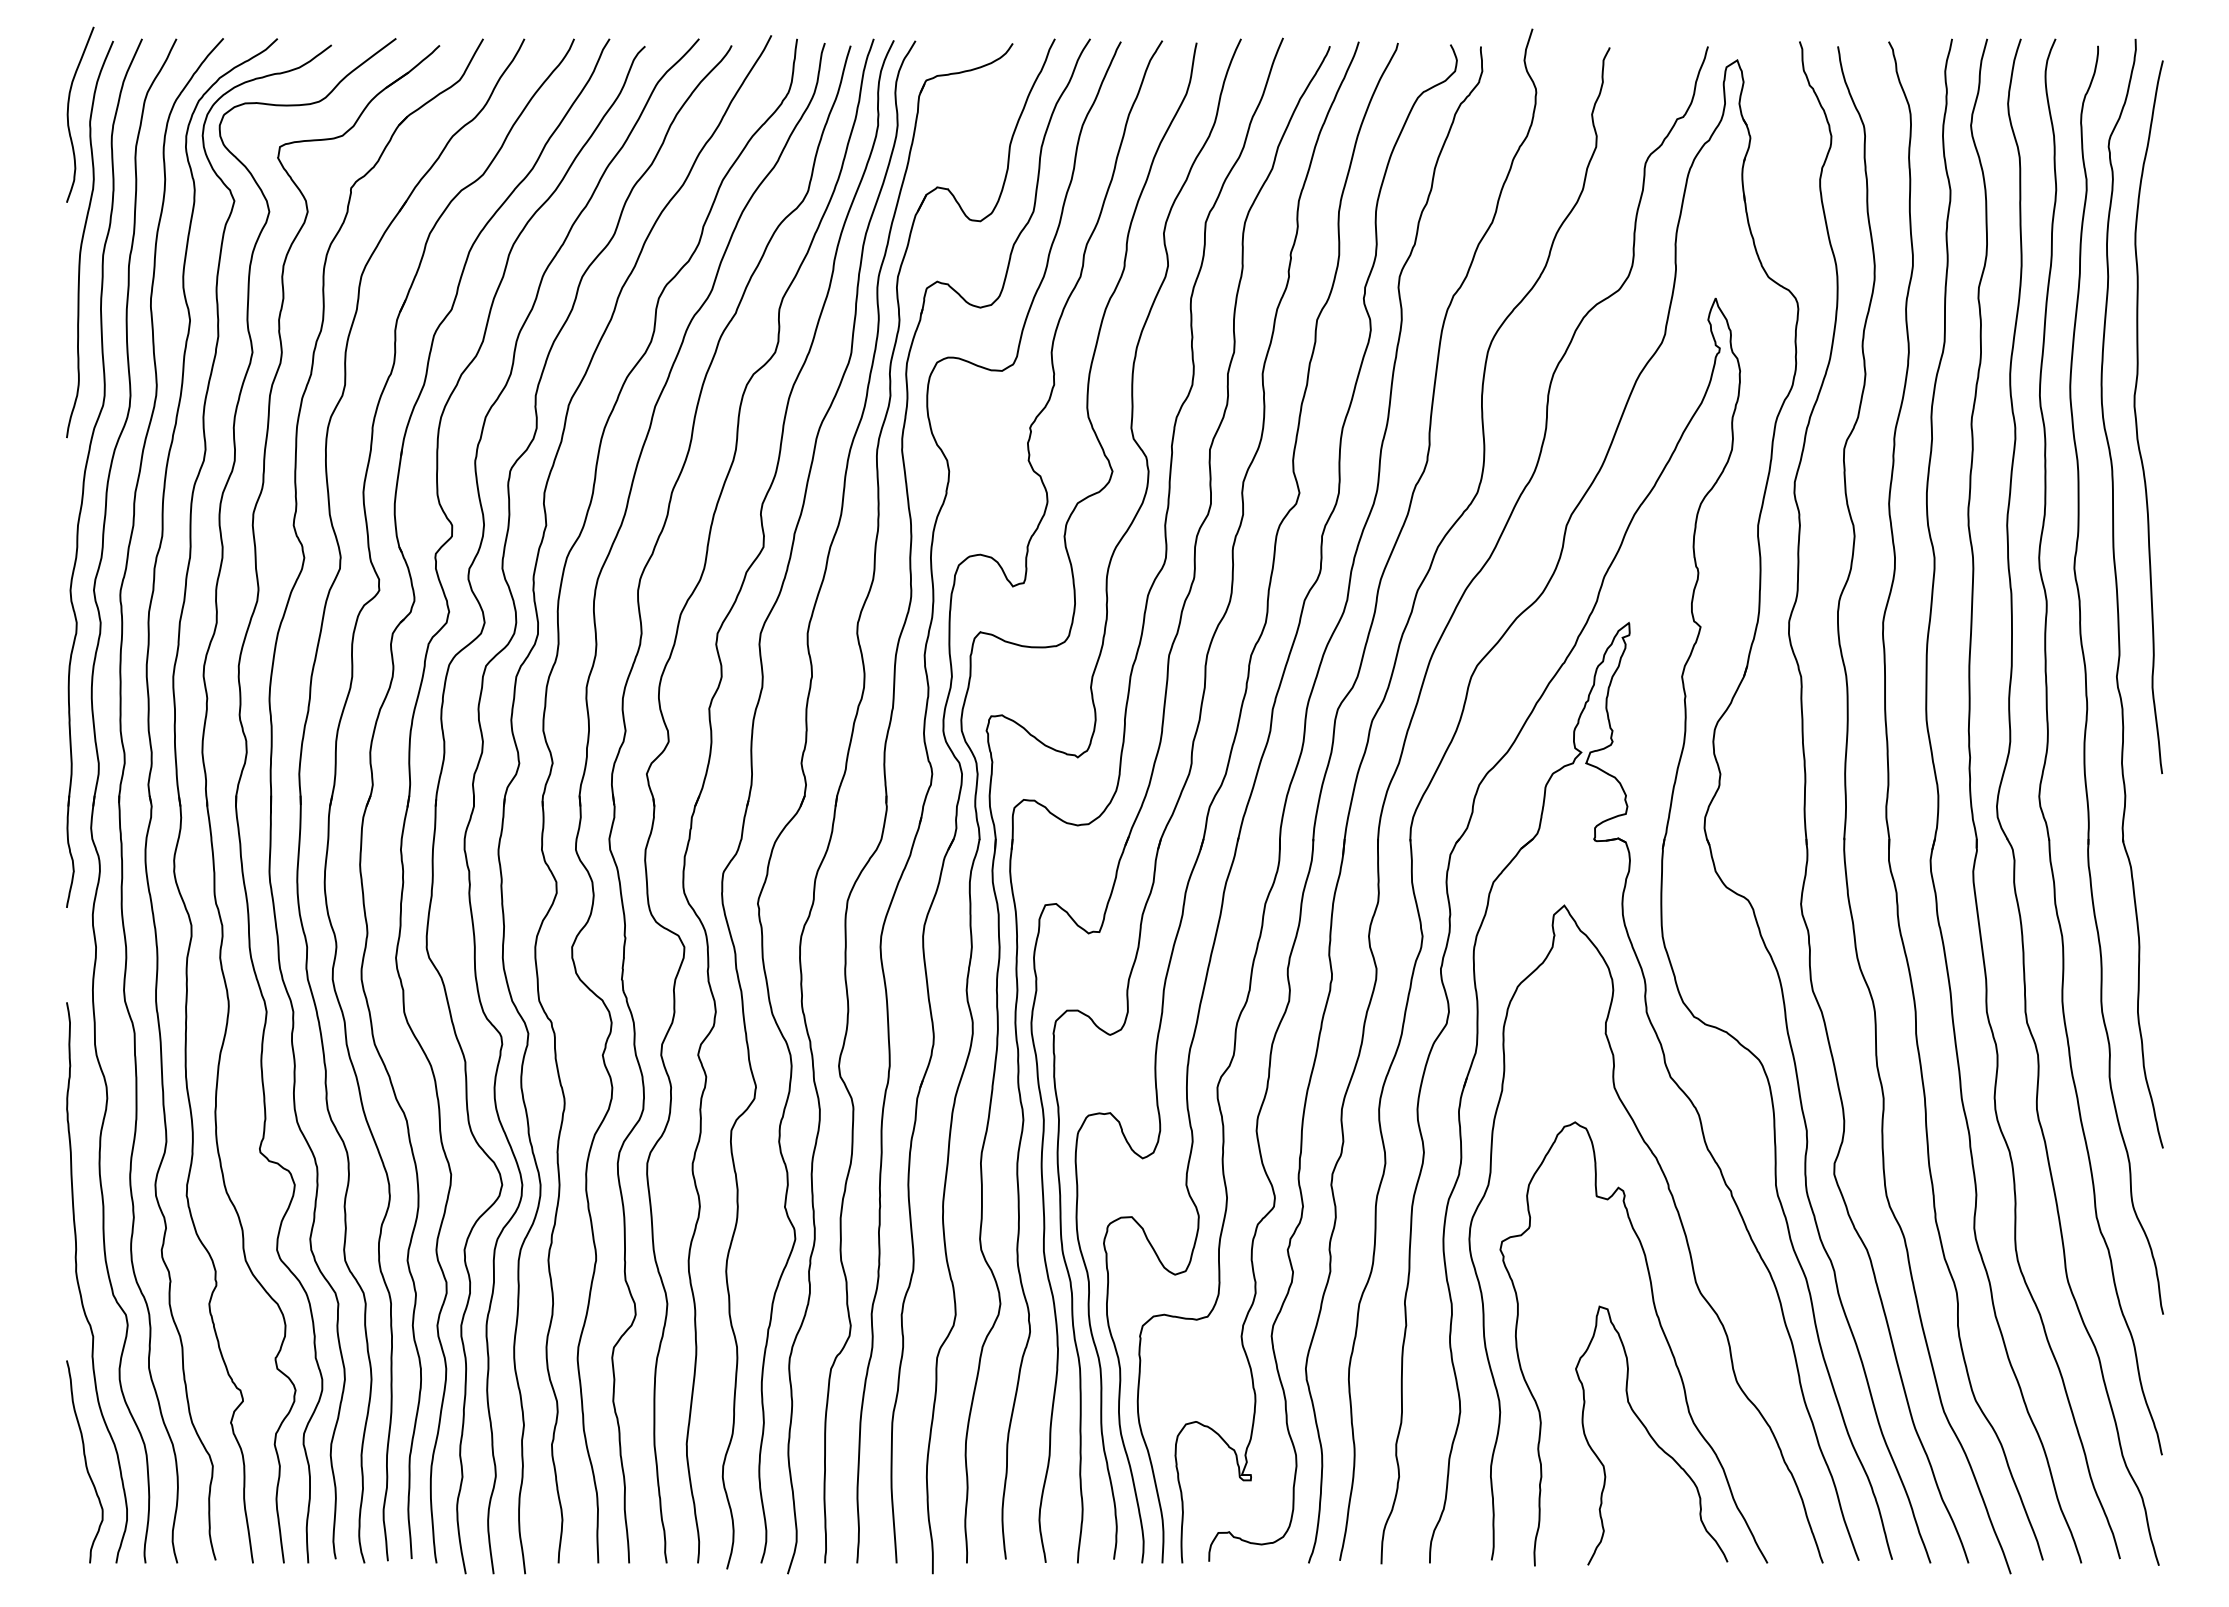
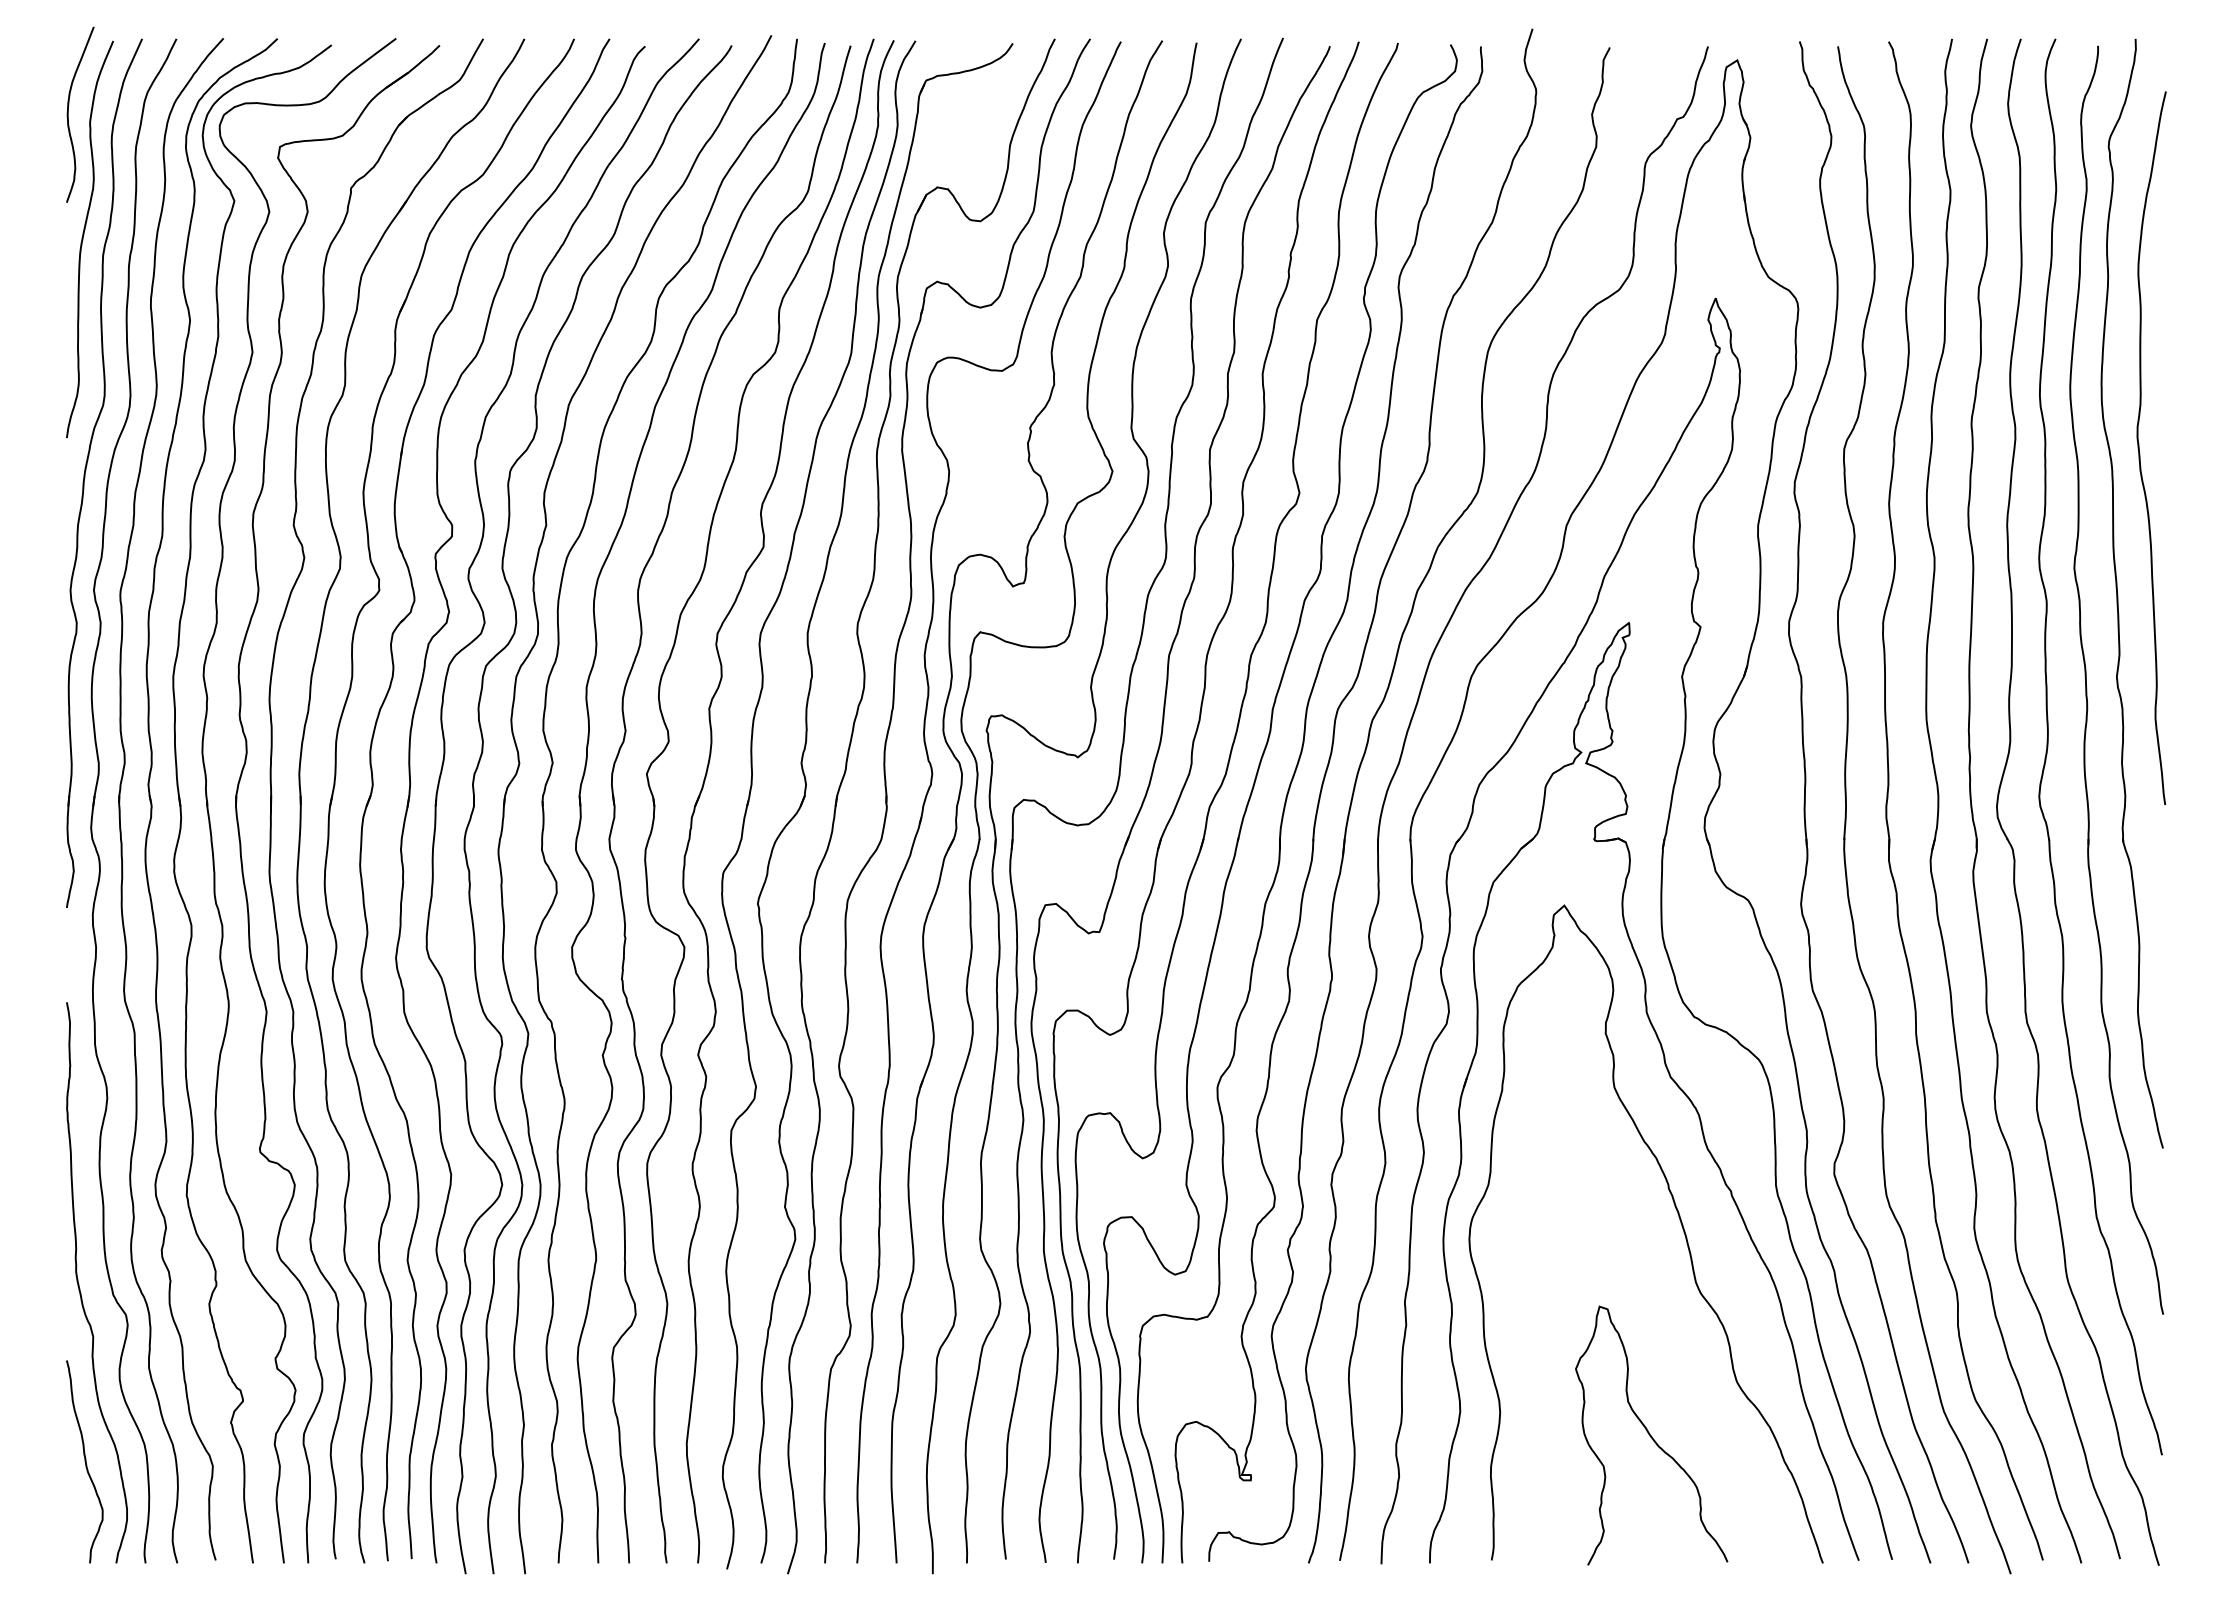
curve at (2136, 417) position: (2136, 417) -> (2139, 448)
curve at (1661, 1330): present -> none
